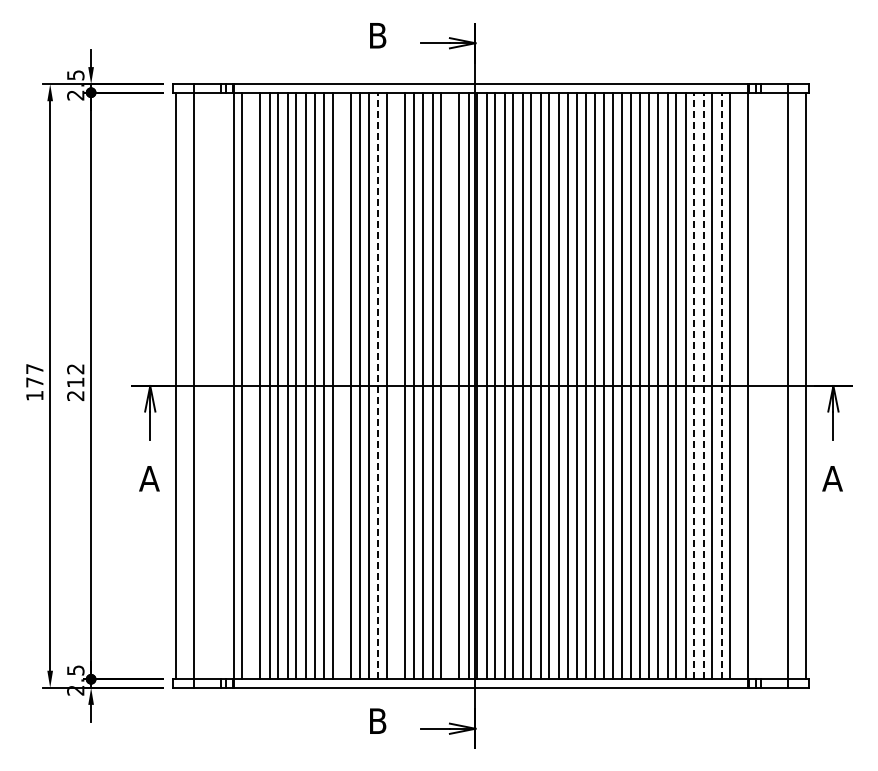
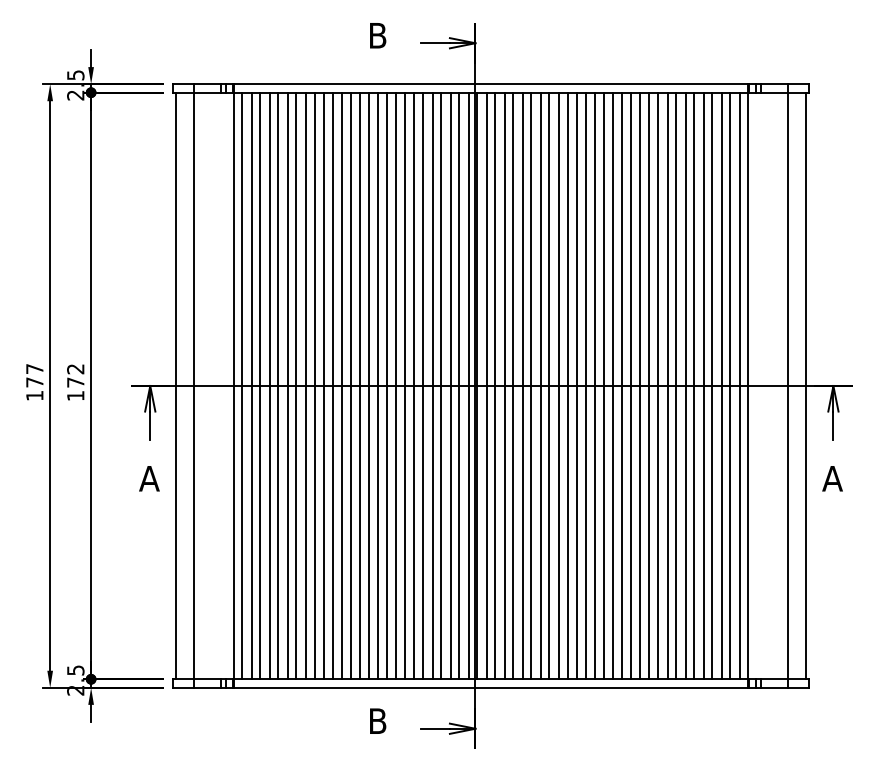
line at (251, 385): none -> present
line at (342, 385): none -> present
line at (378, 385): dashed -> solid
line at (396, 385): none -> present
line at (450, 385): none -> present
line at (694, 385): dashed -> solid
line at (703, 385): dashed -> solid
line at (721, 385): dashed -> solid
line at (739, 385): none -> present
text at (75, 389): 212 -> 172
